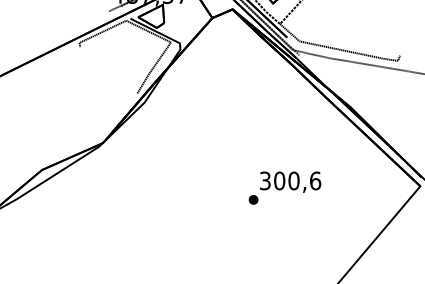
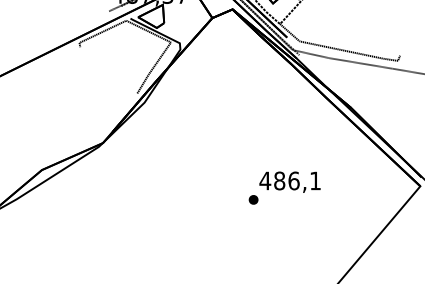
text at (290, 180): 300,6 -> 486,1
